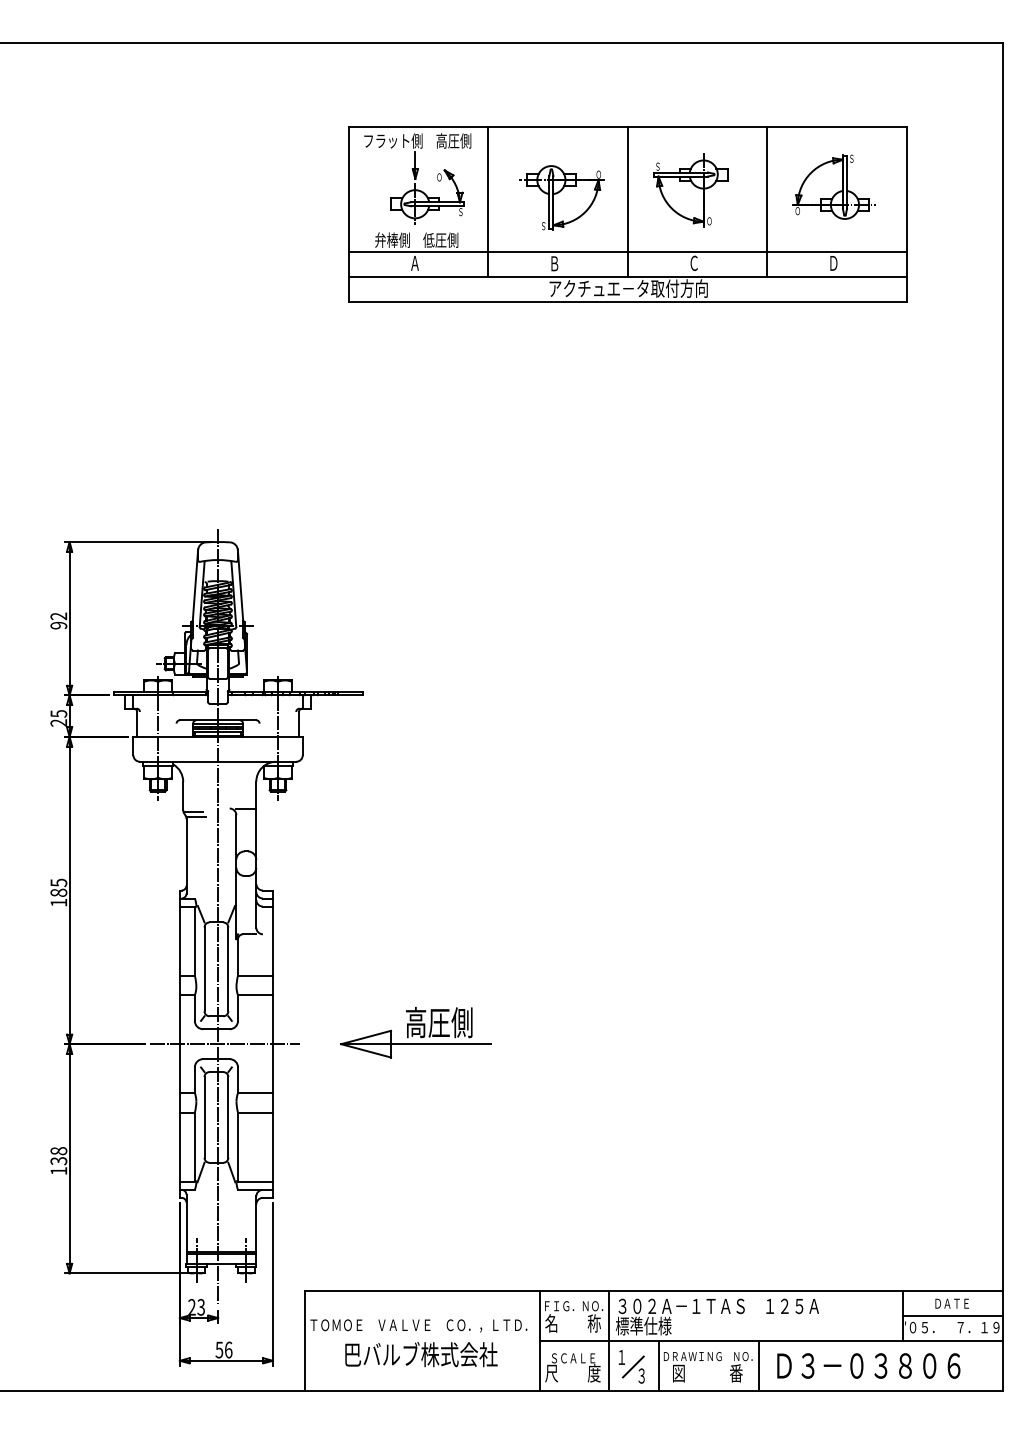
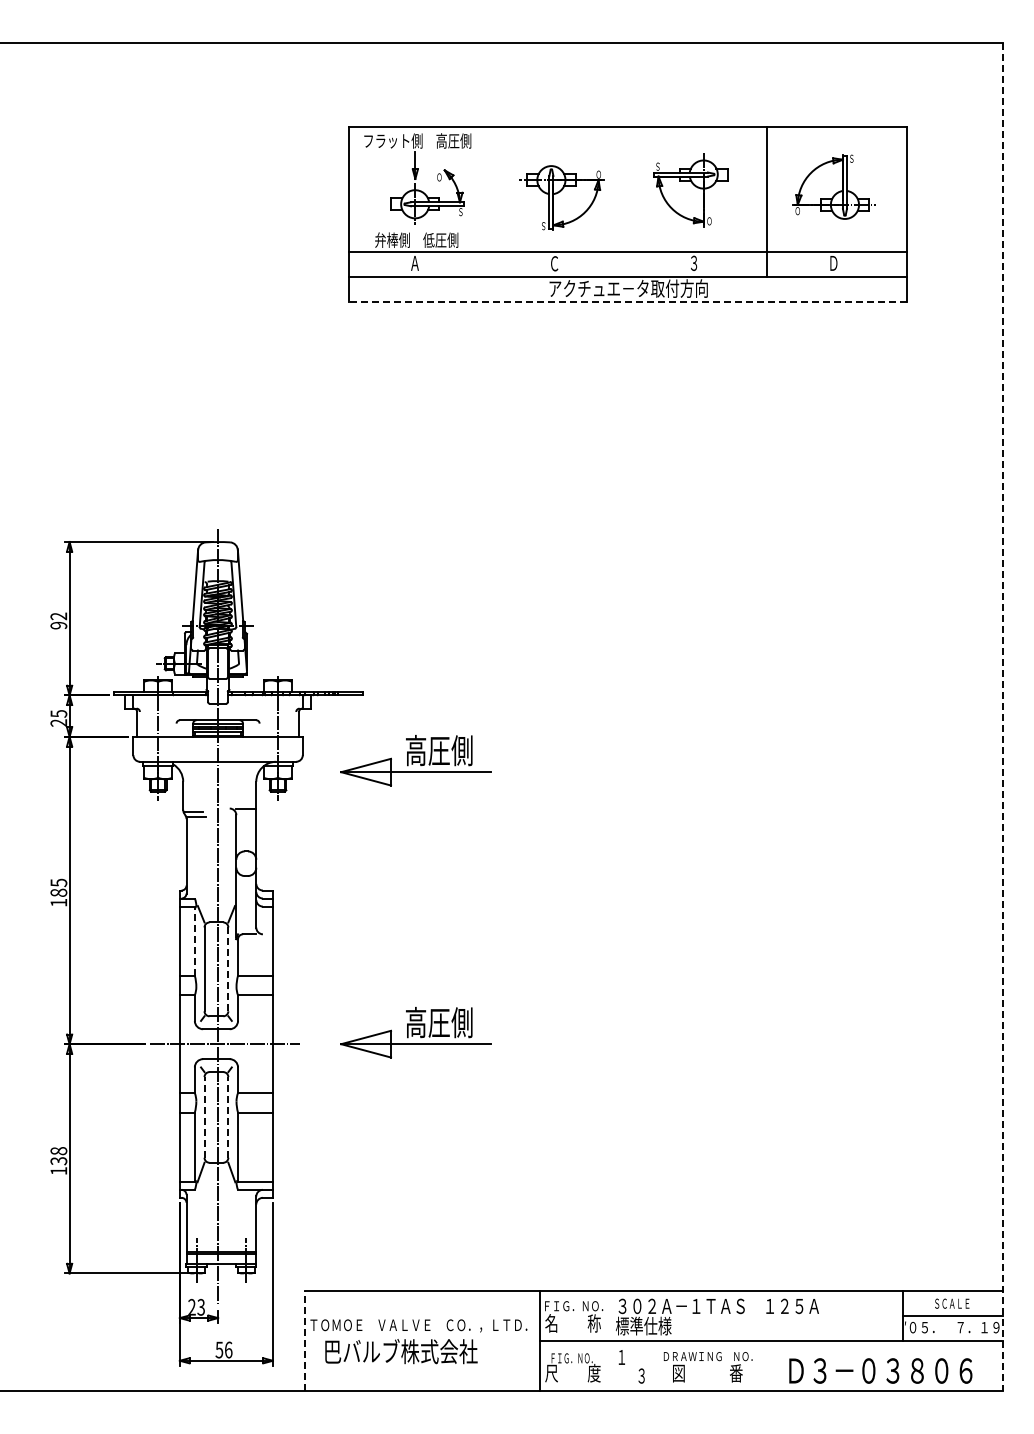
line at (488, 201): present -> none
line at (627, 201): present -> none
text at (693, 262): Ｃ -> ３
text at (554, 263): Ｂ -> Ｃ
line at (627, 301): solid -> dashed
line at (1003, 717): solid -> dashed
part at (415, 760): none -> present
line at (194, 941): solid -> dashed
line at (228, 969): solid -> dashed
line at (204, 1116): solid -> dashed
line at (228, 1116): solid -> dashed
text at (952, 1303): ＤＡＴＥ -> ＳＣＡＬＥ
line at (609, 1340): present -> none
line at (305, 1341): solid -> dashed
text at (421, 1354) position: (421, 1354) -> (401, 1351)
text at (573, 1358): ＳＣＡＬＥ -> ＦＩＧ．ＮＯ．
line at (659, 1365): present -> none
line at (758, 1365): present -> none
text at (868, 1365) position: (868, 1365) -> (880, 1370)
line at (633, 1366): present -> none
